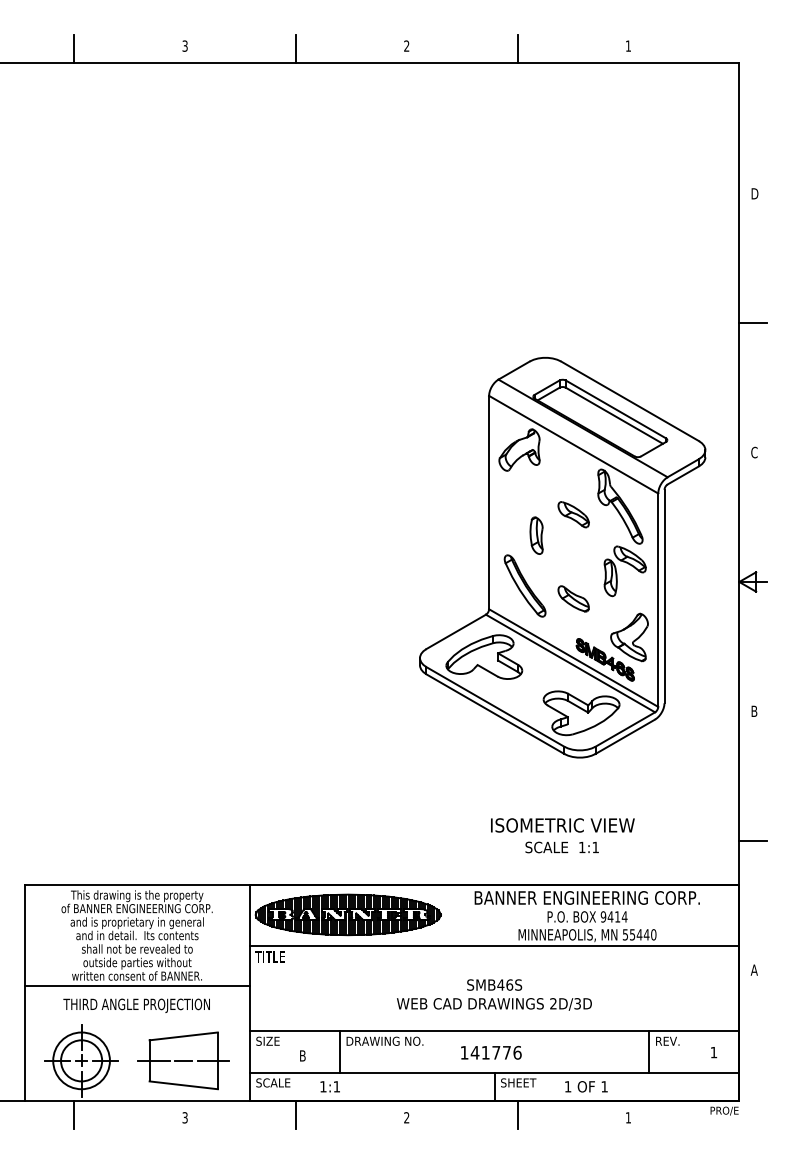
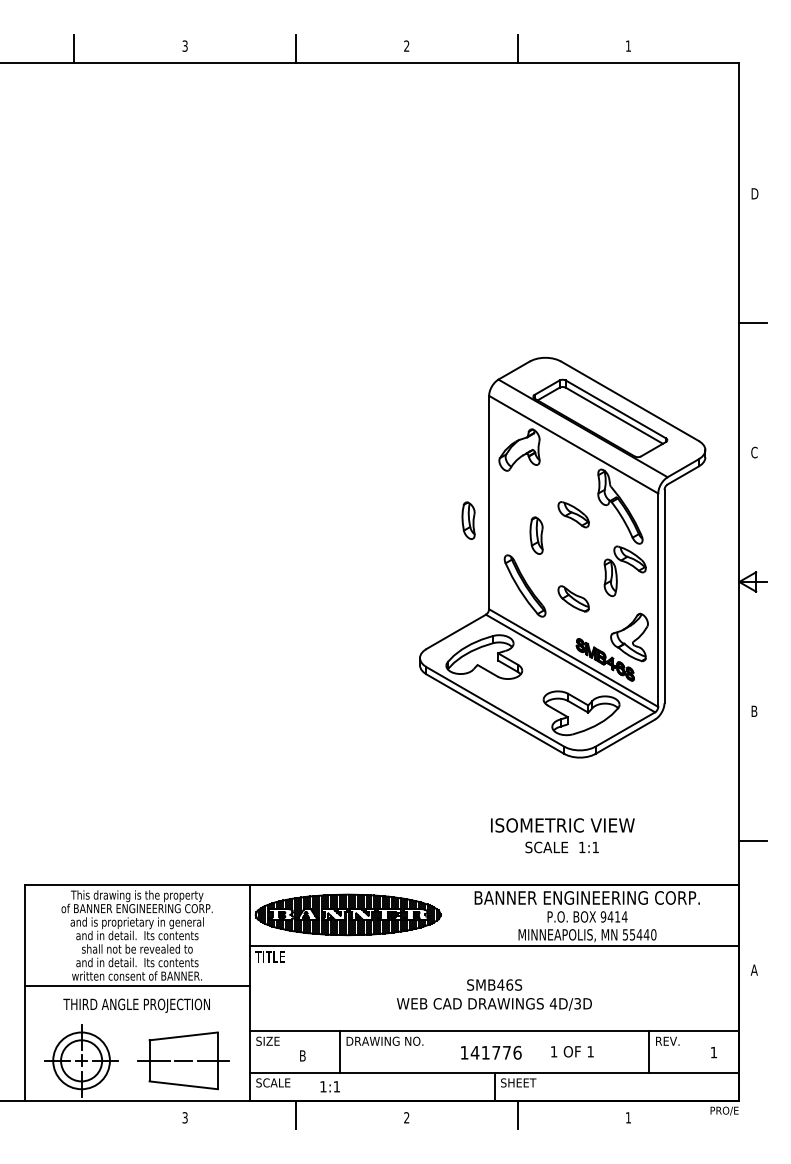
part at (468, 520): none -> present
text at (137, 963): outside parties without -> and in detail.  Its contents
text at (553, 1003): 2D/3D -> 4D/3D
text at (586, 1086) position: (586, 1086) -> (572, 1051)
line at (74, 1114): present -> none
